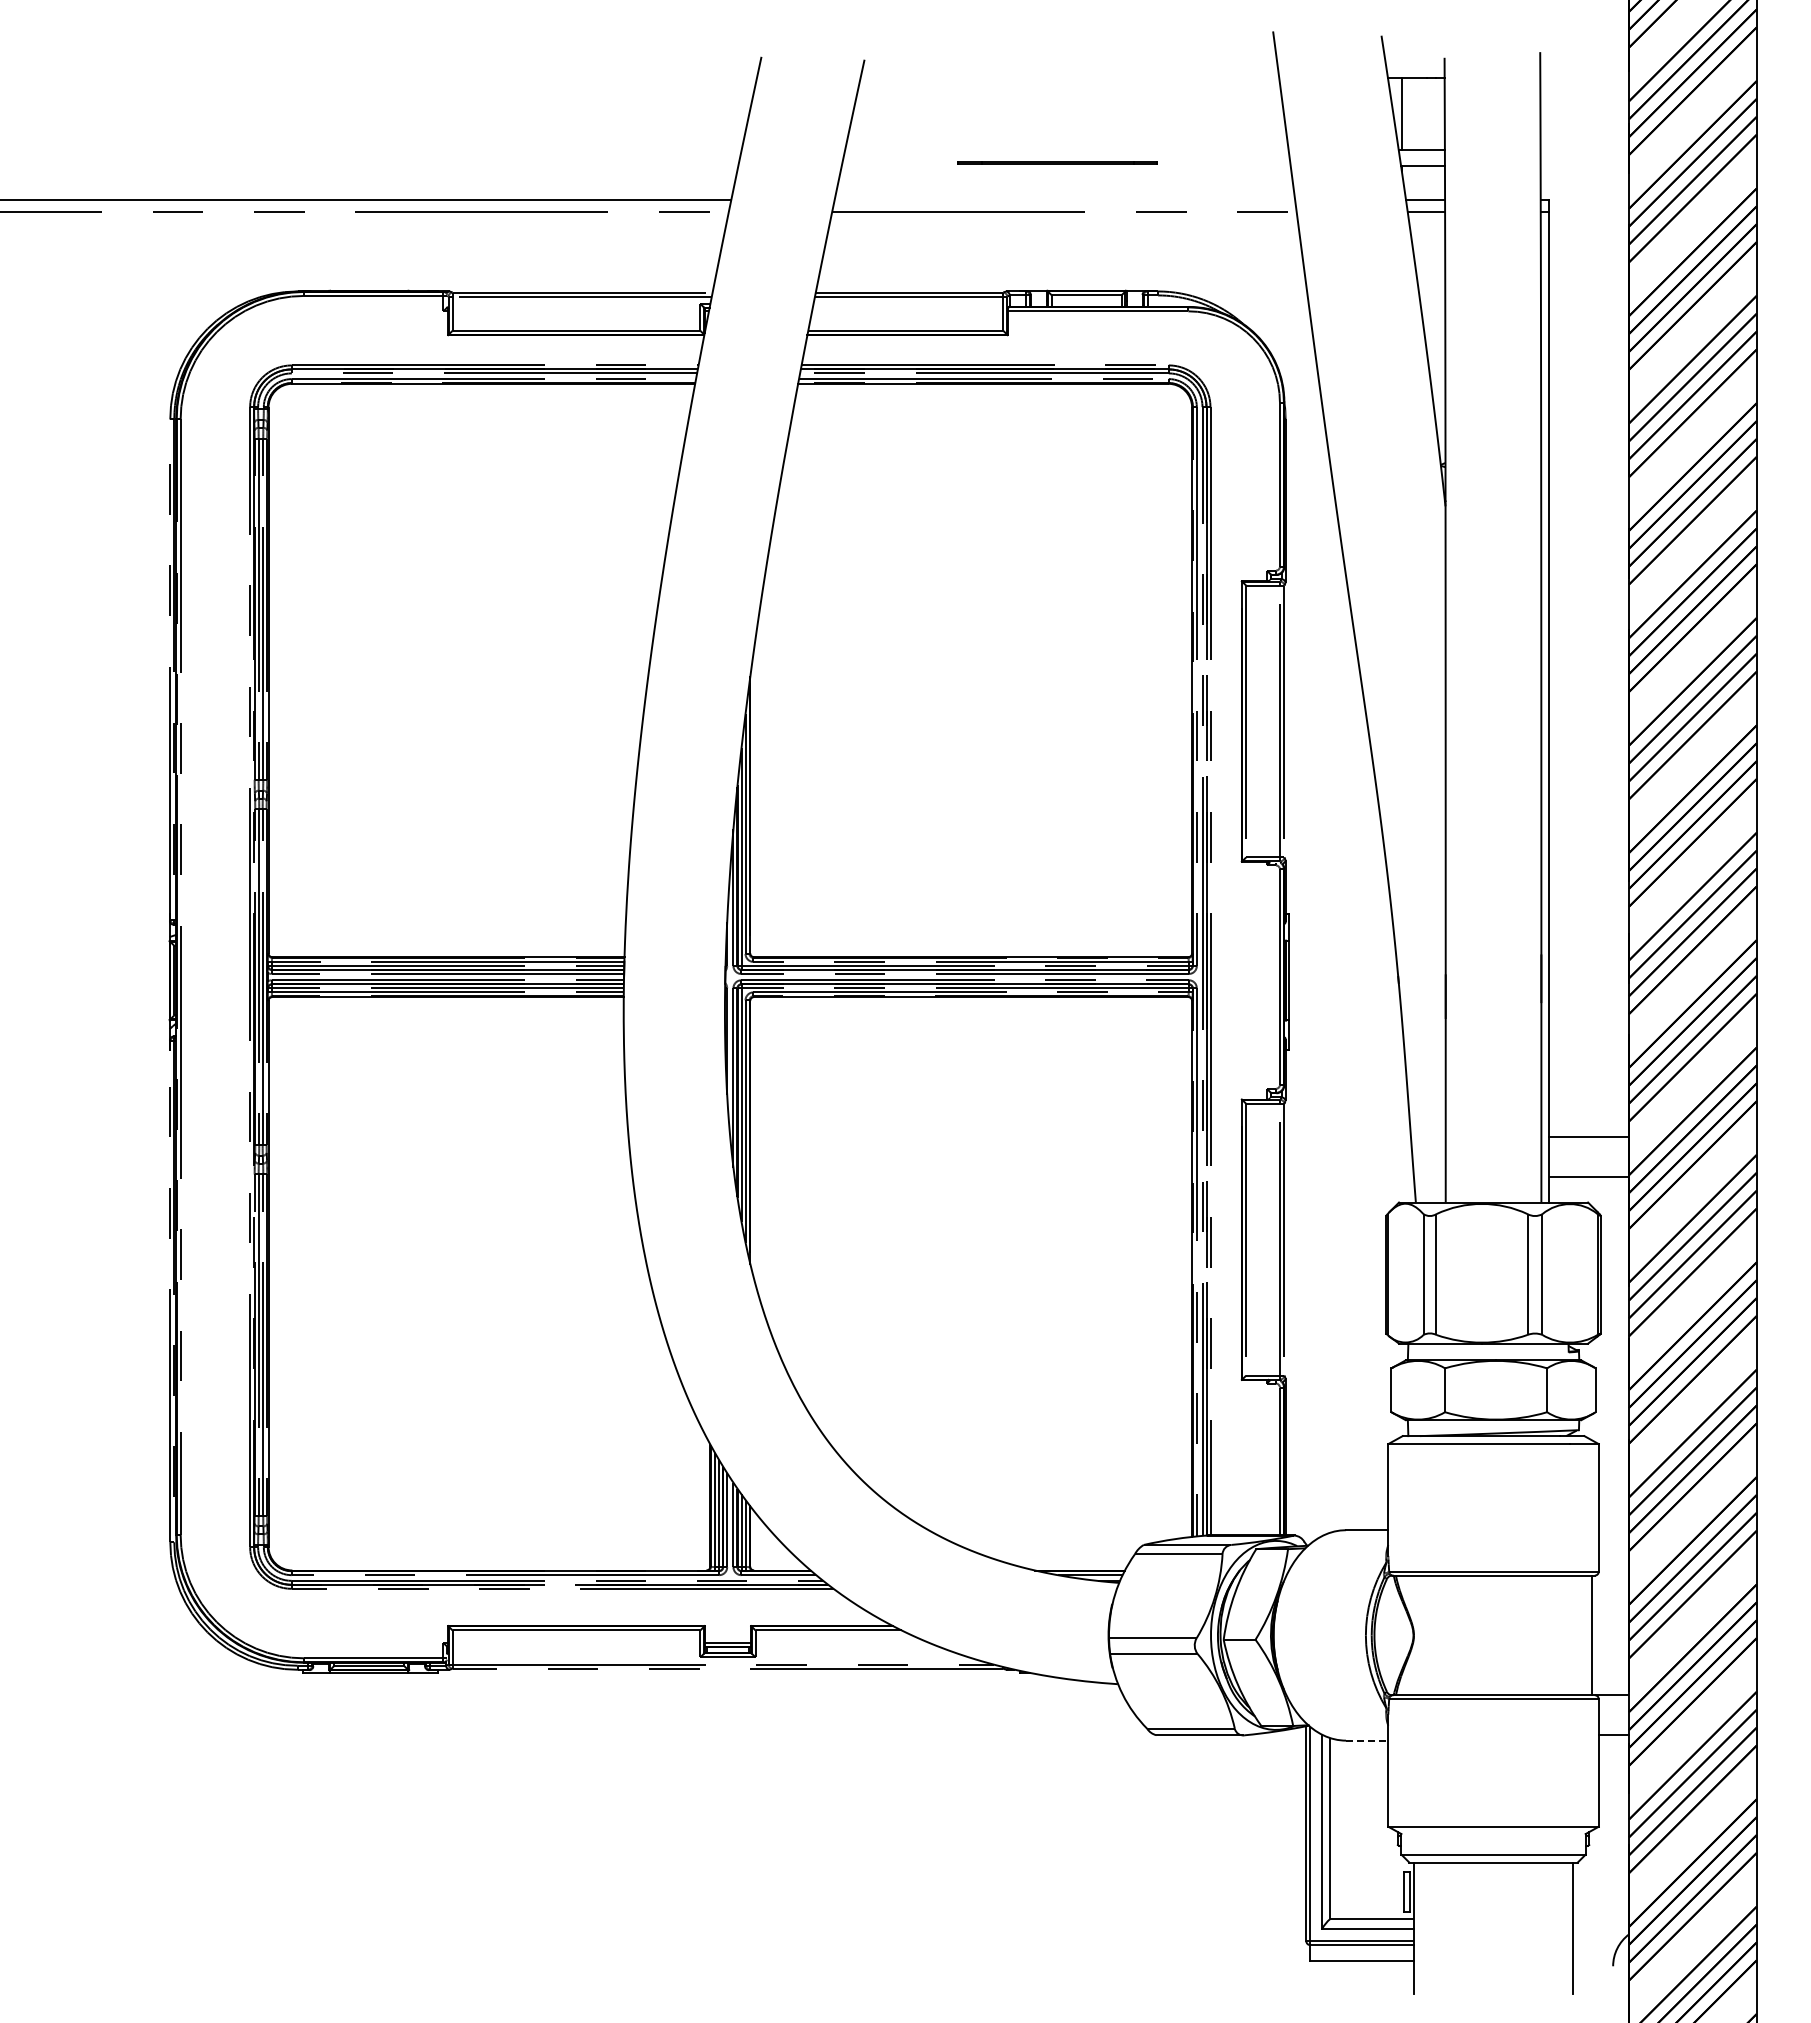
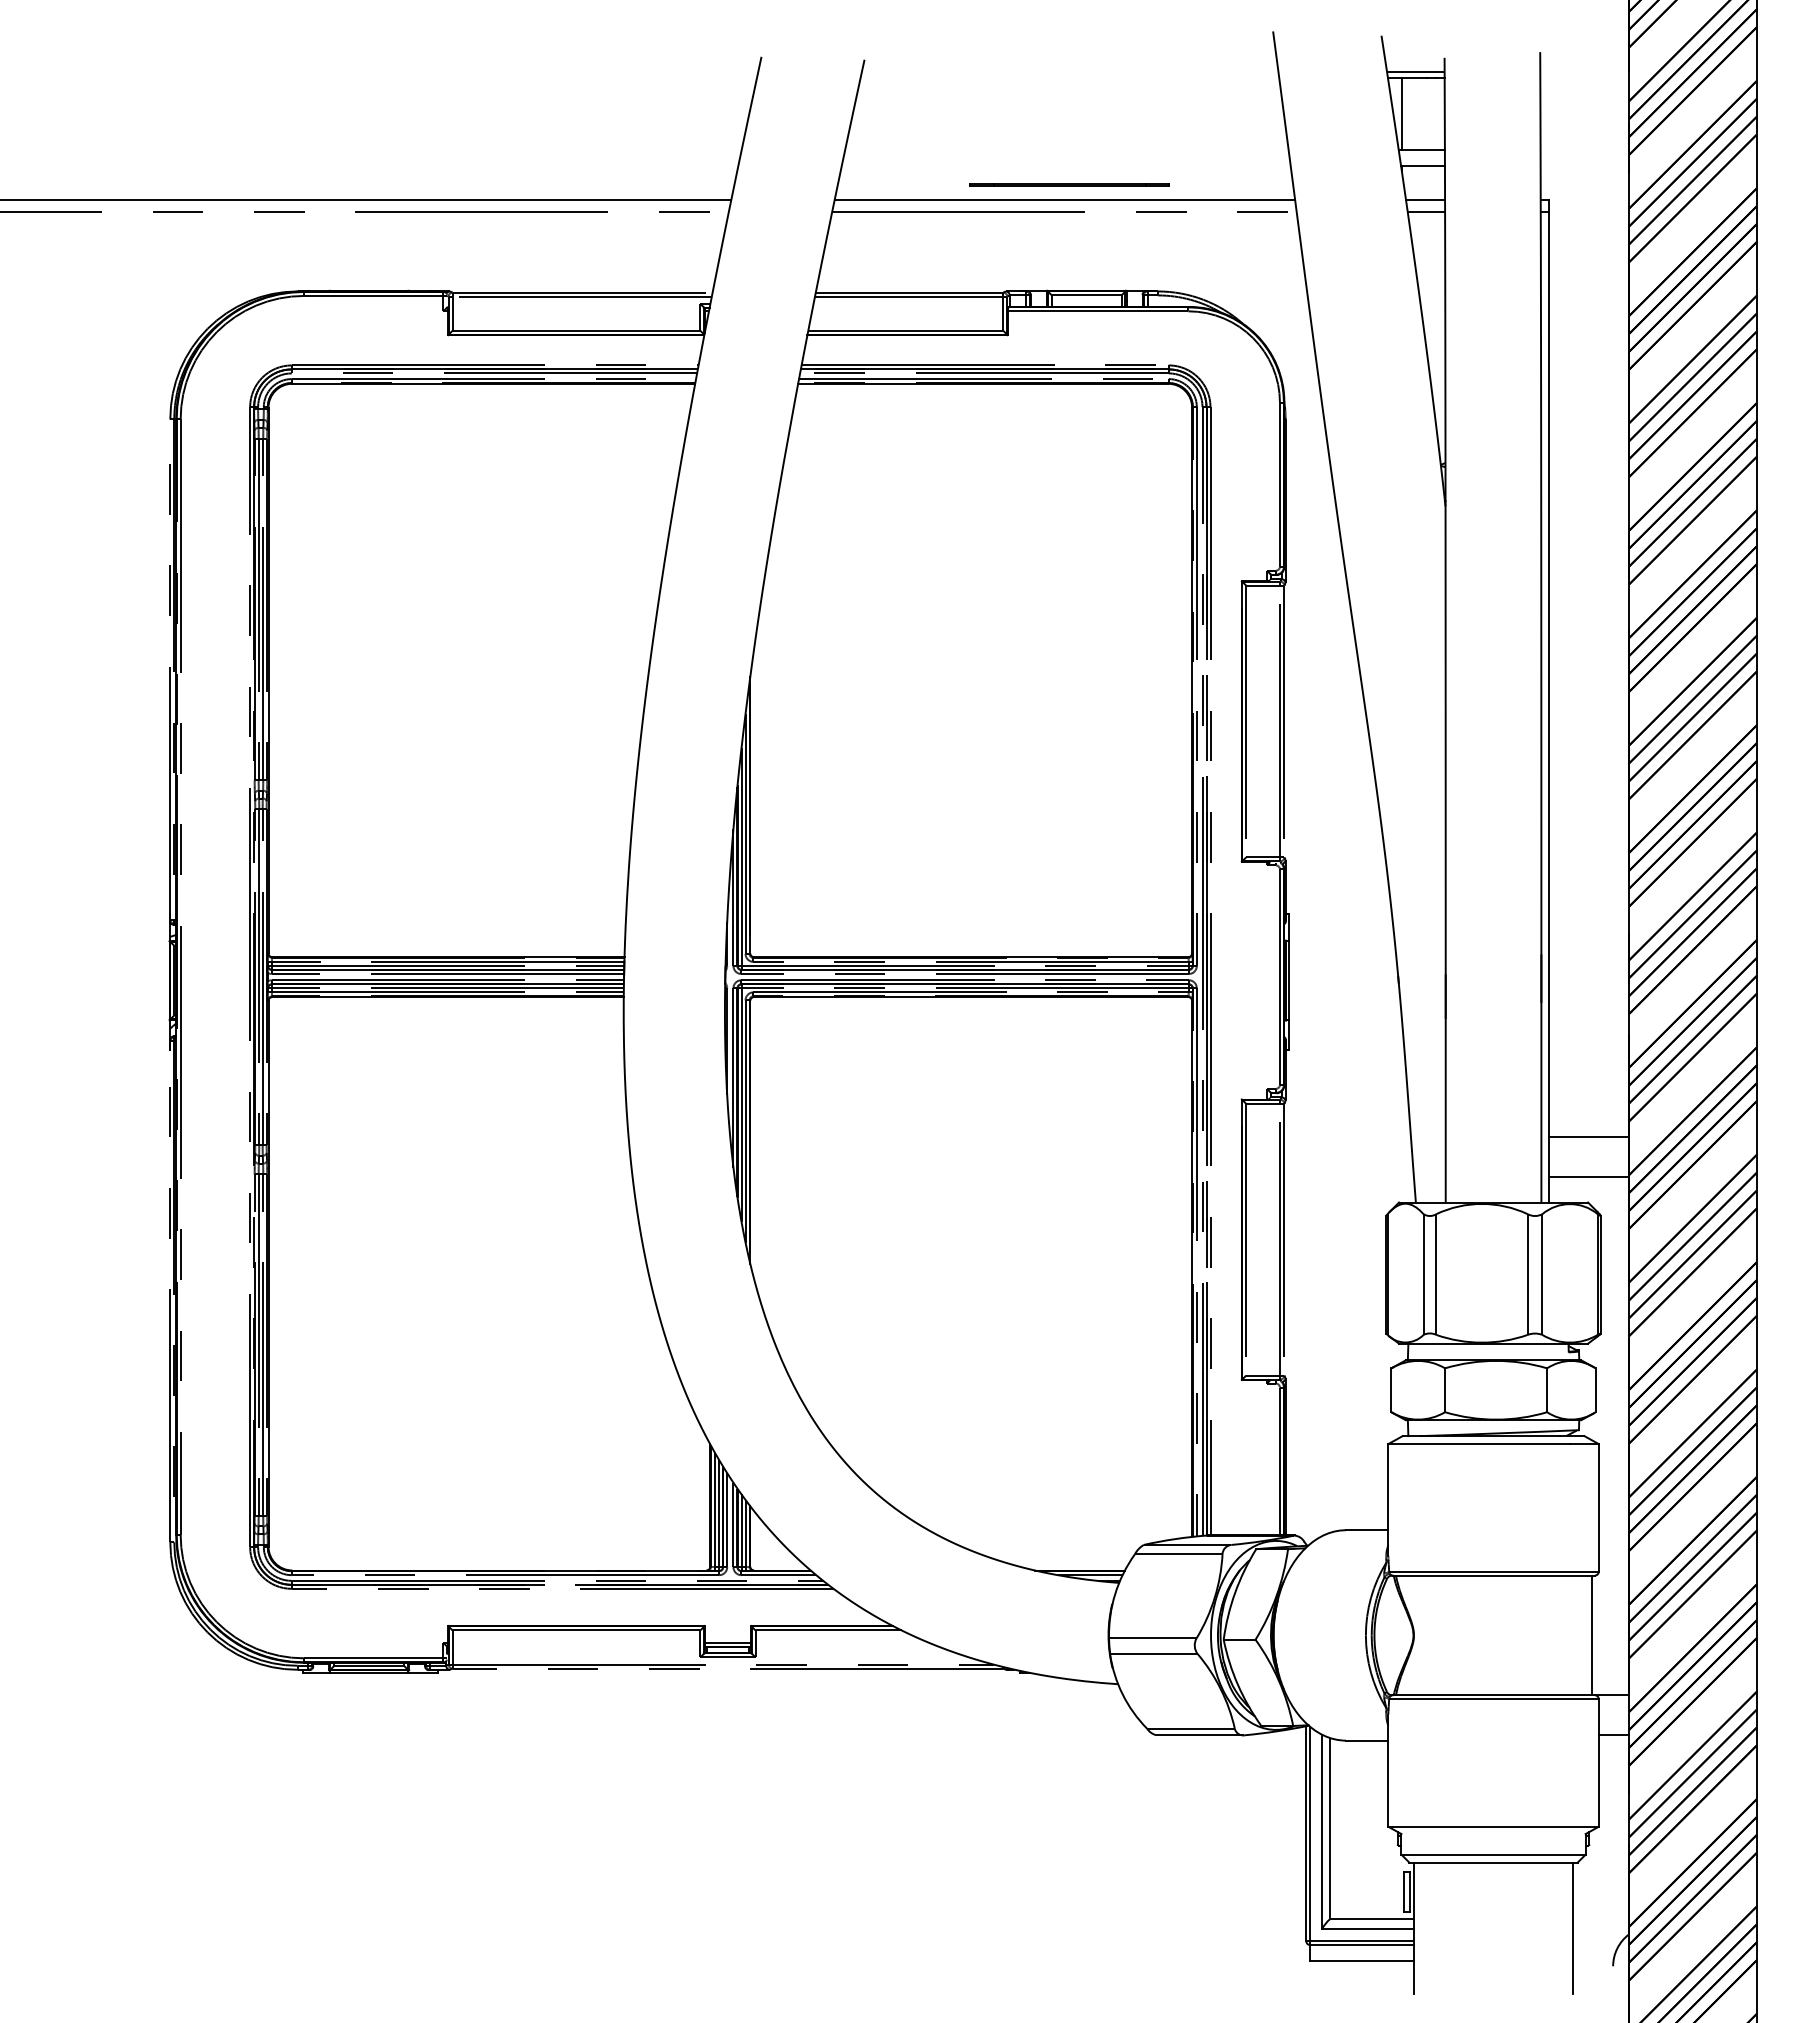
line at (1415, 72): none -> present
line at (1057, 162) position: (1057, 162) -> (1069, 184)
line at (1064, 199): none -> present
line at (1367, 1740): dashed -> solid
